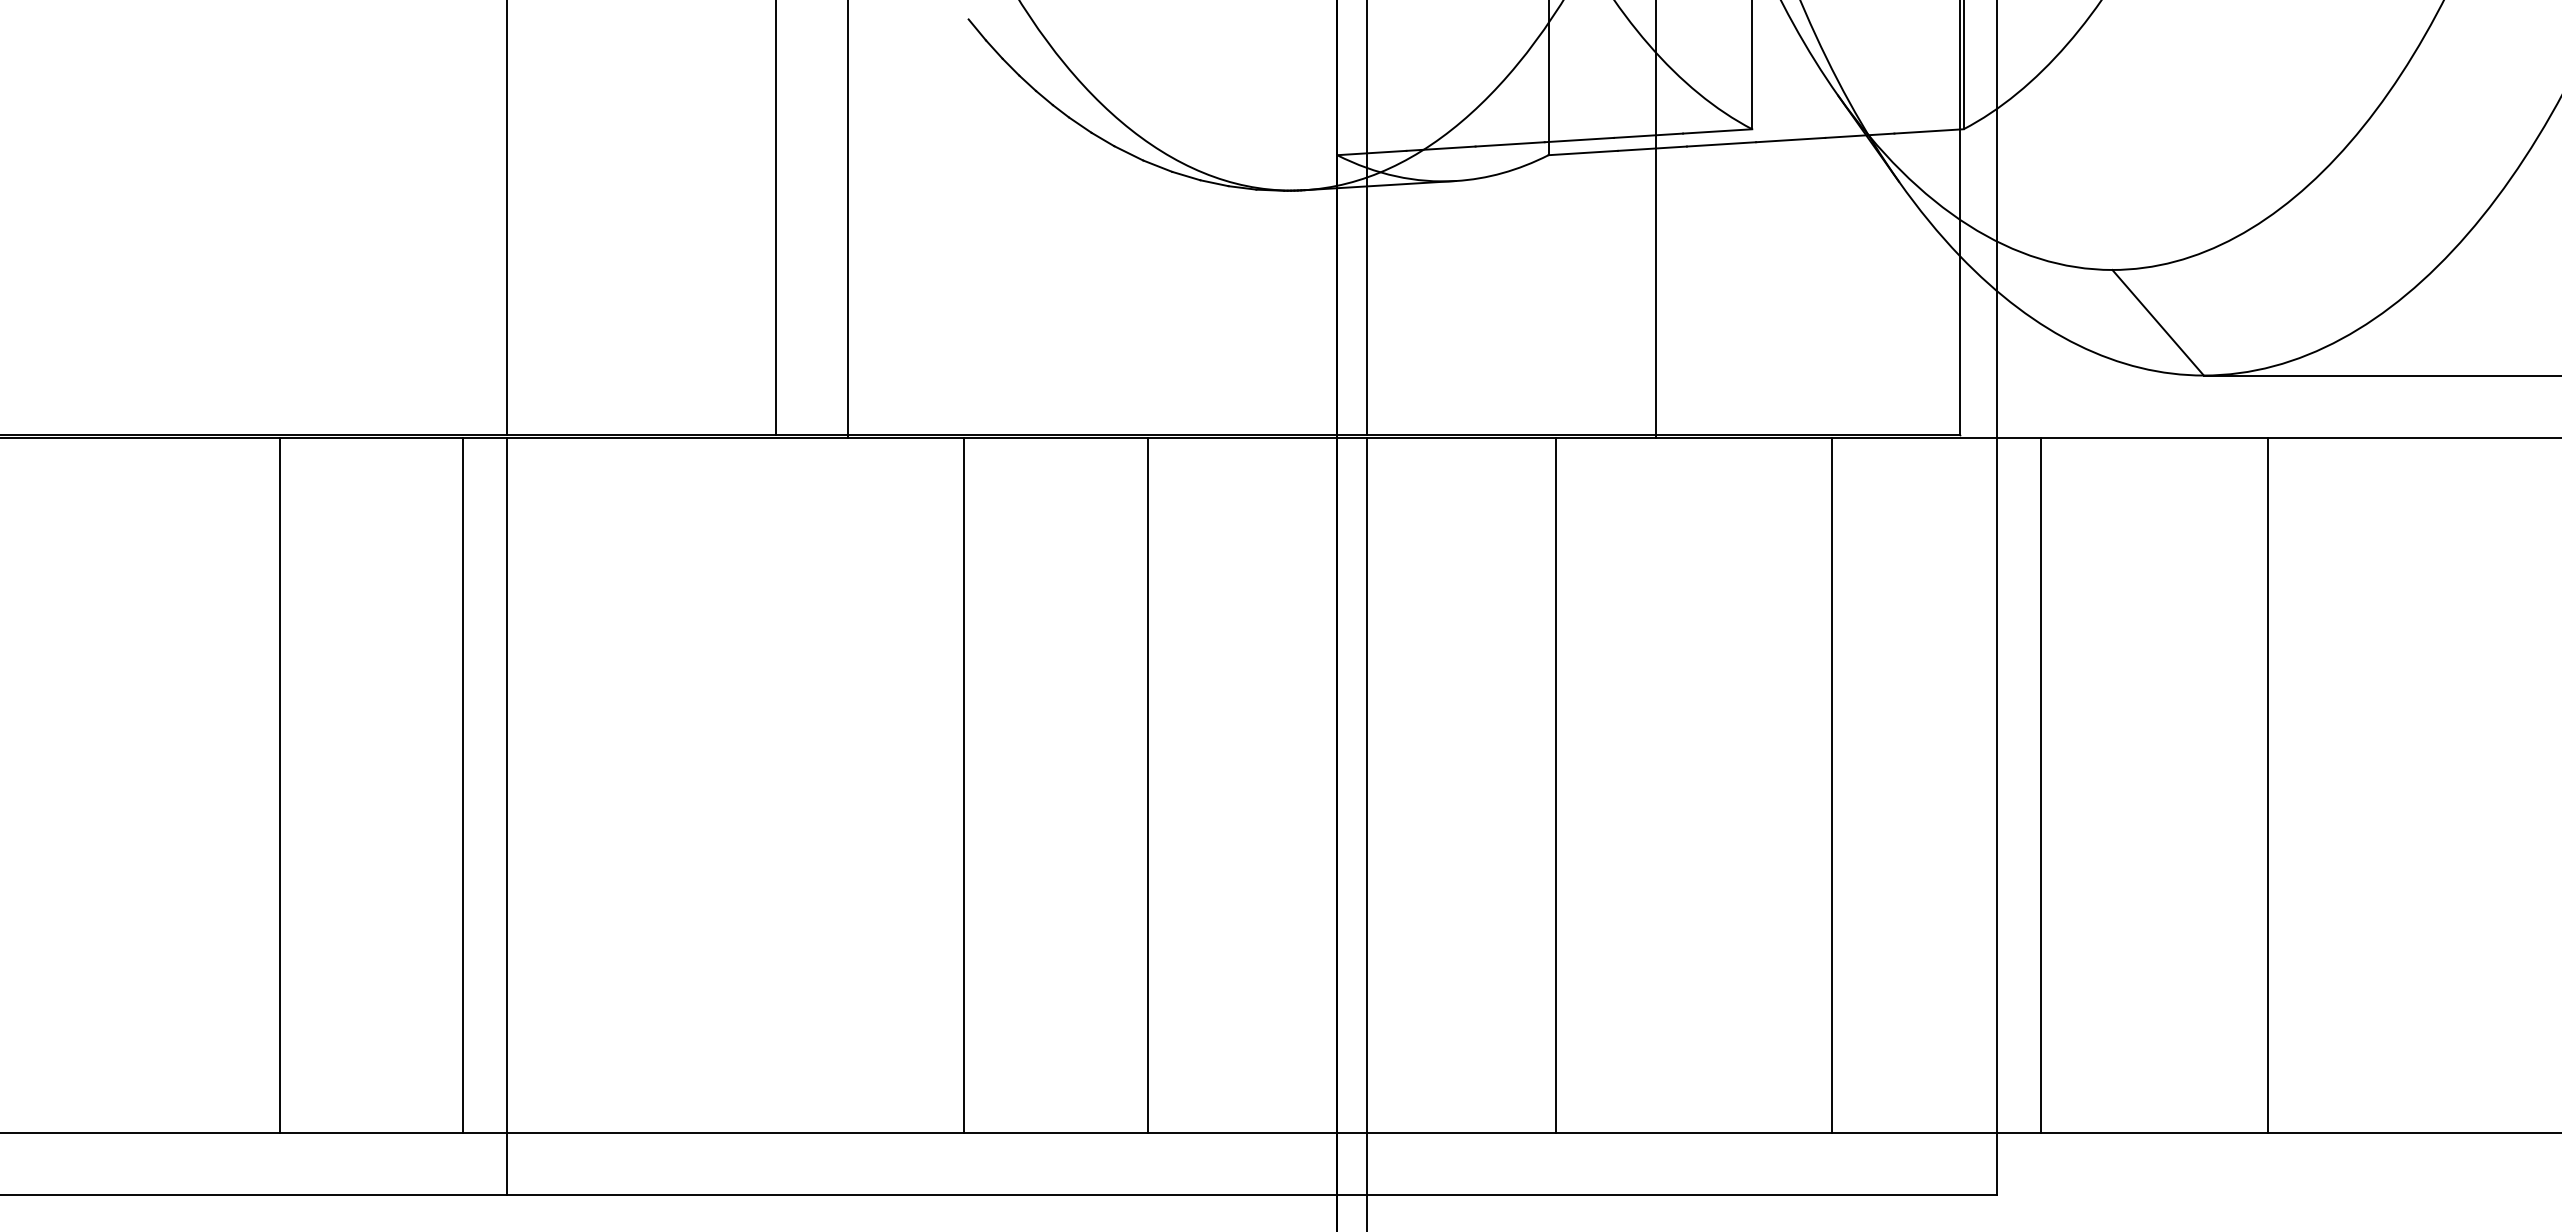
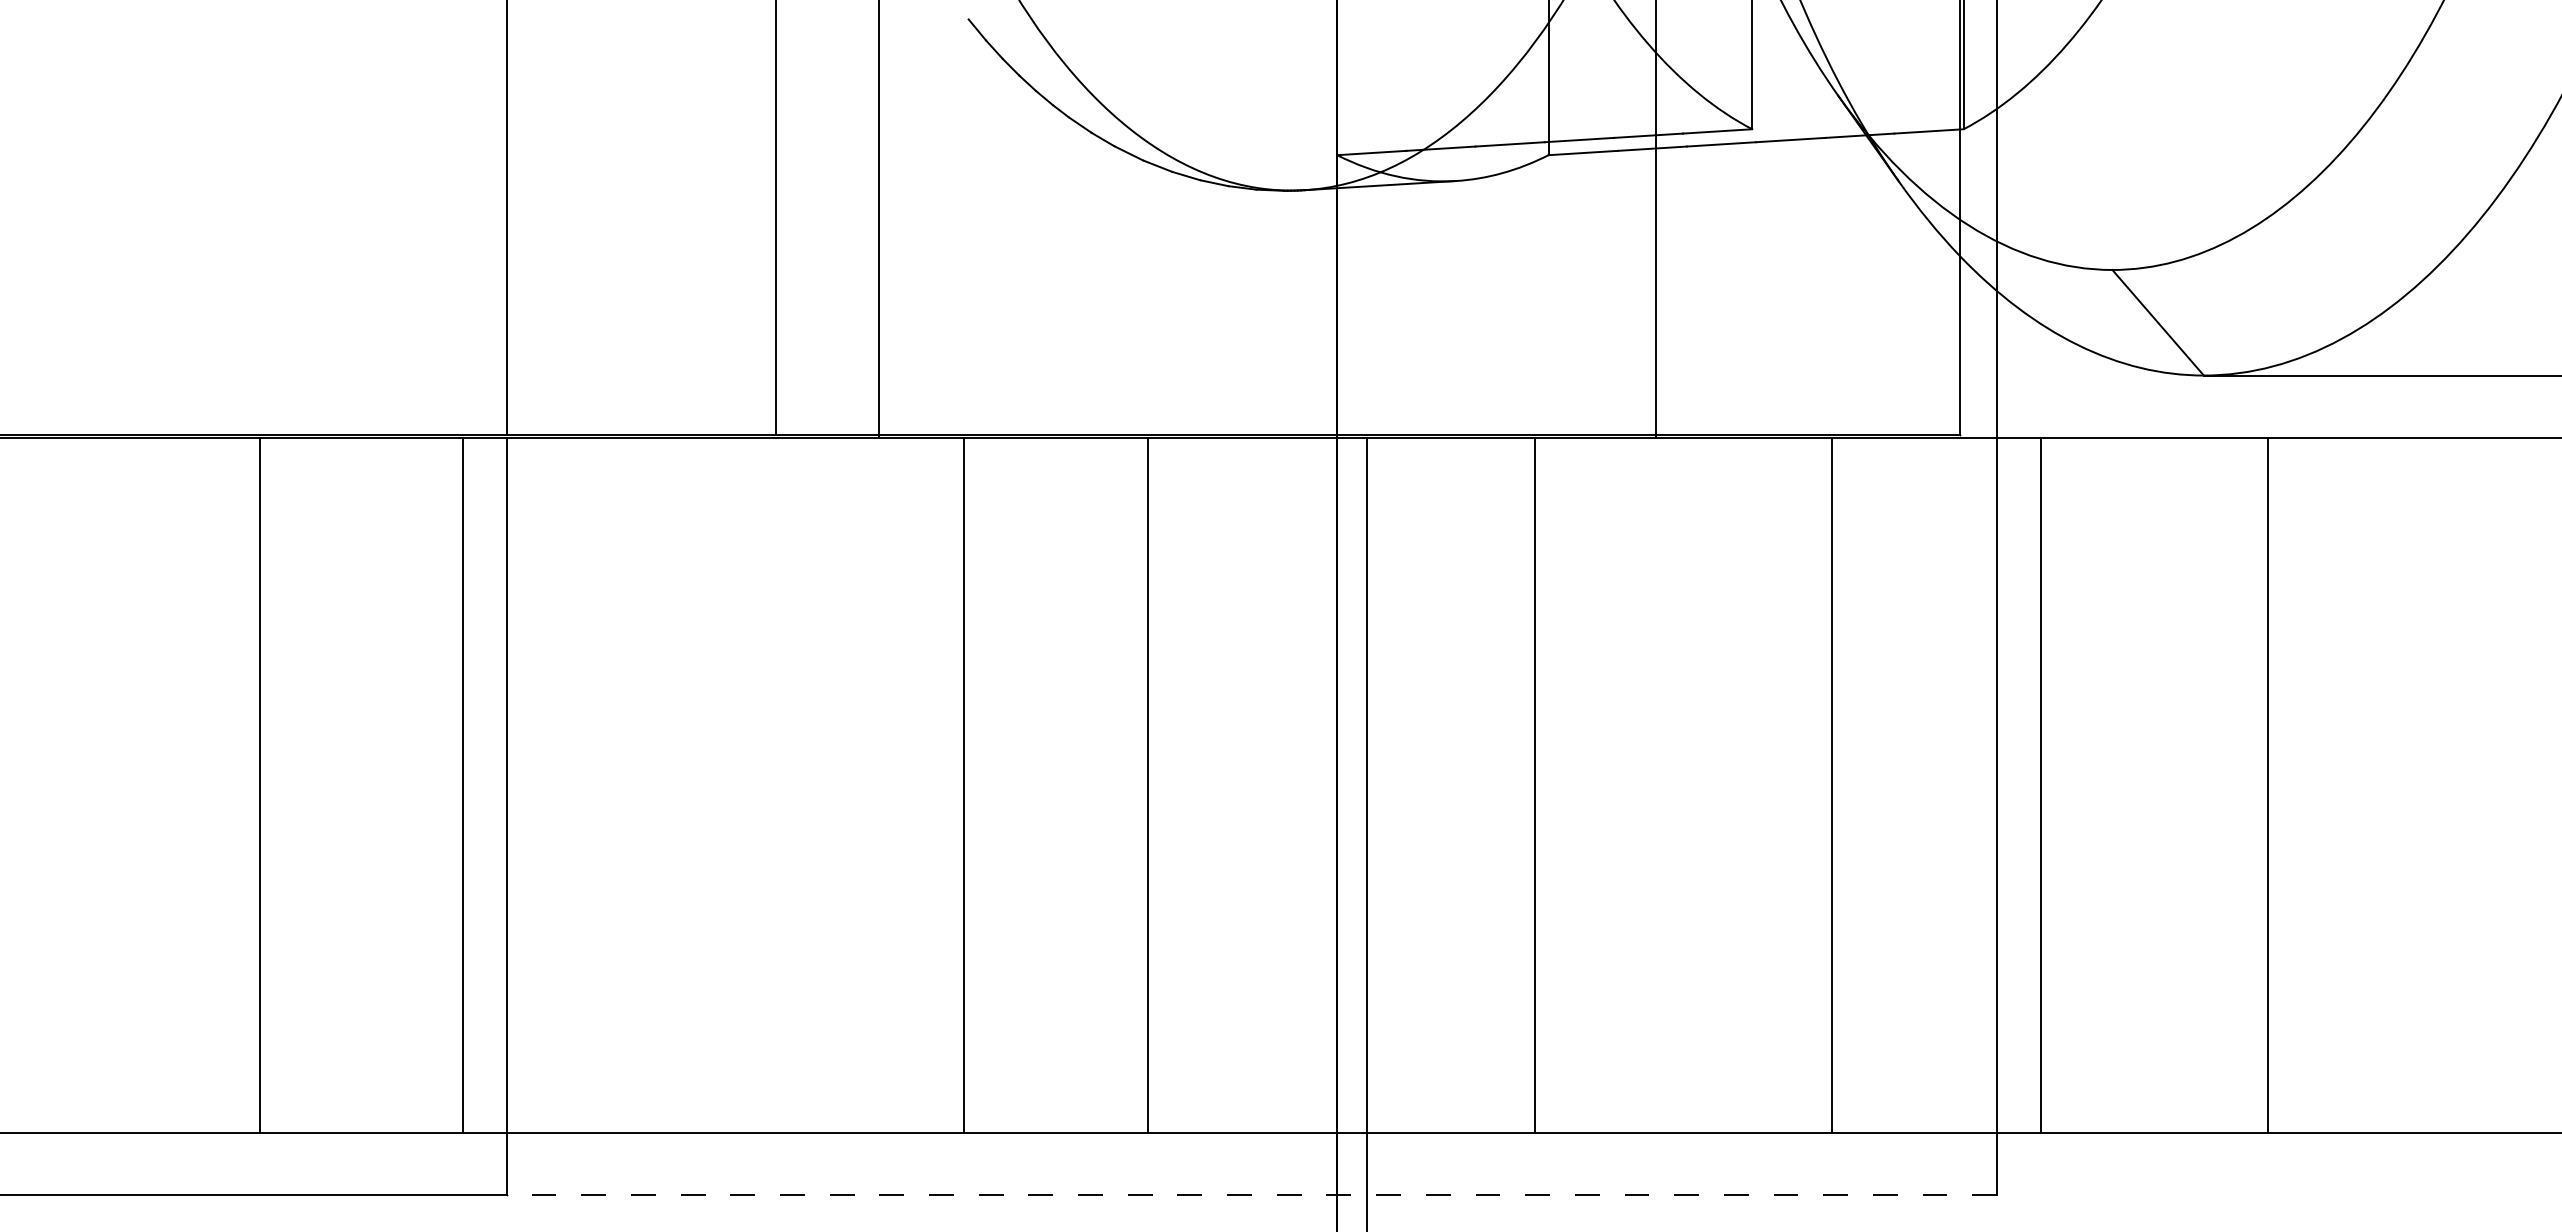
line at (1367, 218): present -> none
line at (848, 219) position: (848, 219) -> (879, 219)
line at (280, 785) position: (280, 785) -> (260, 785)
line at (1556, 785) position: (1556, 785) -> (1535, 785)
line at (1251, 1195): solid -> dashed
